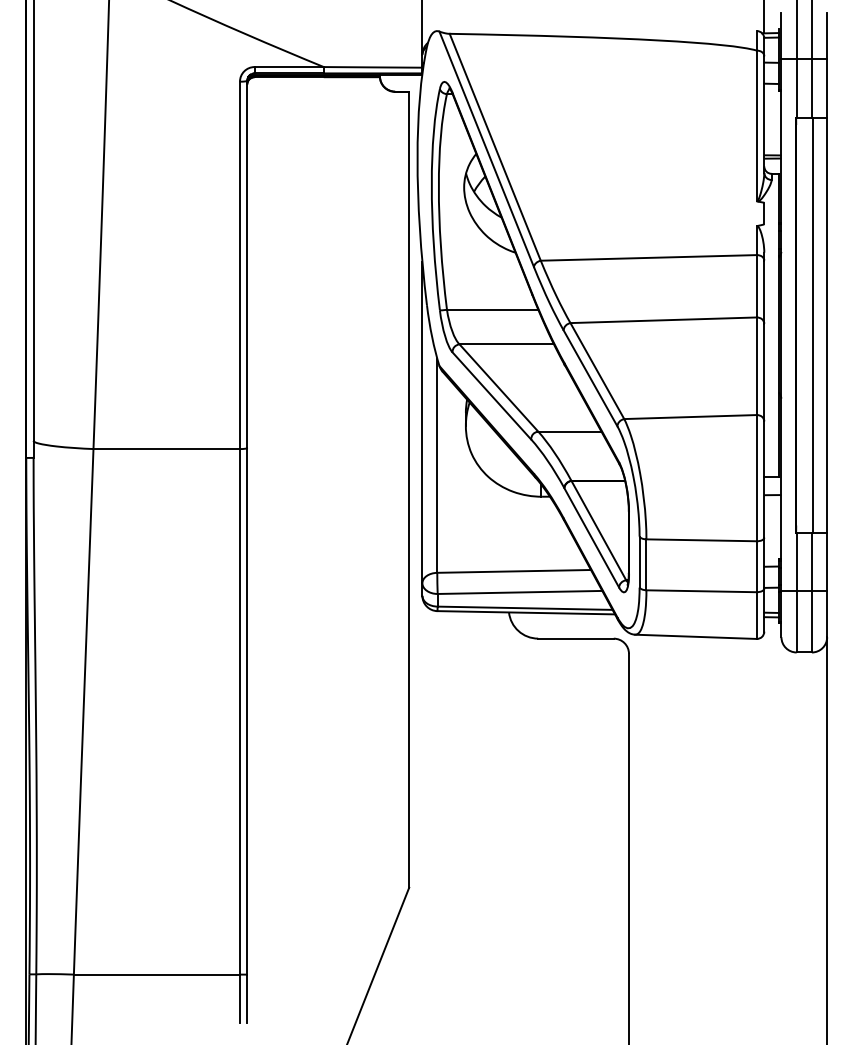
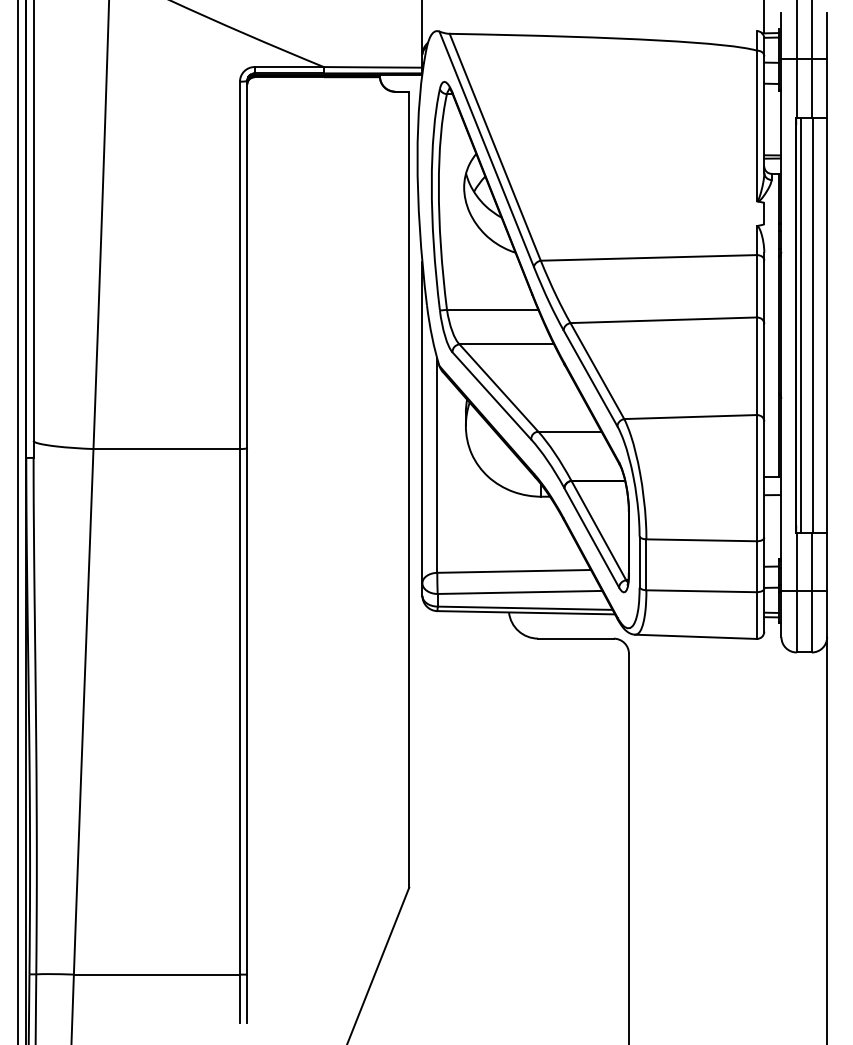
line at (800, 324): none -> present
line at (18, 521): none -> present
